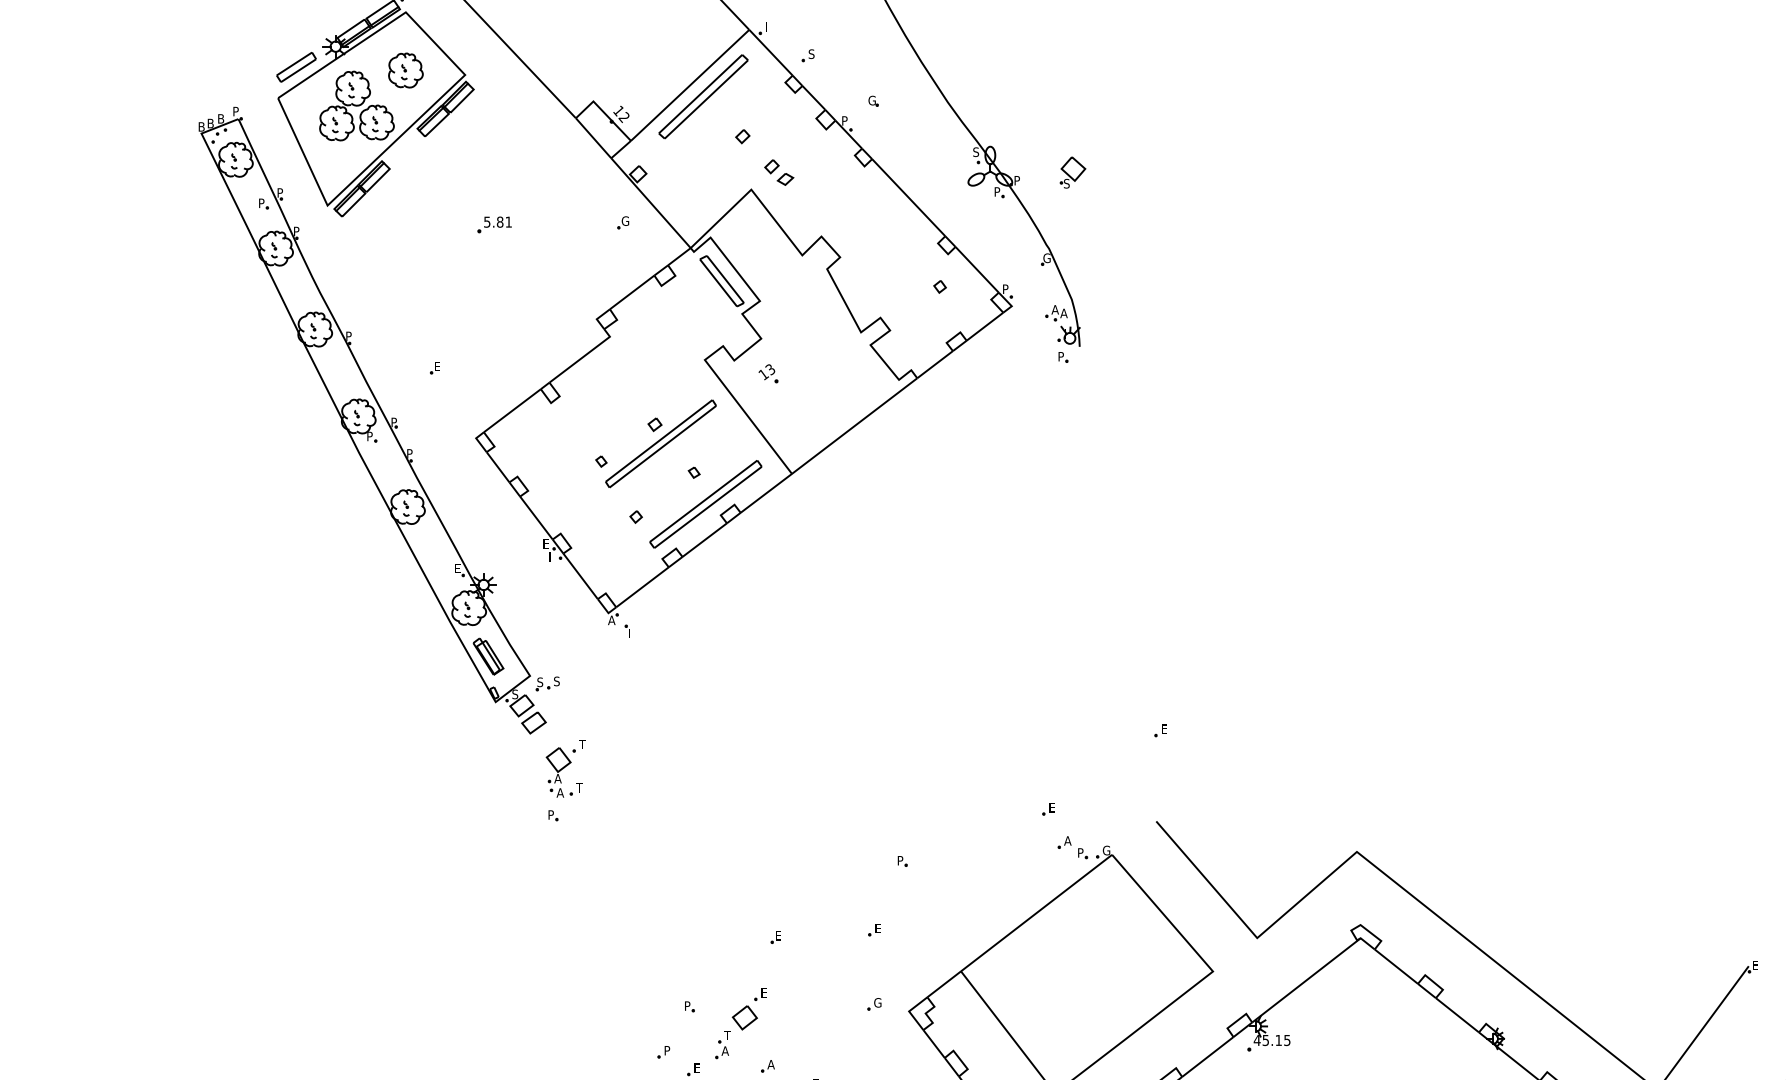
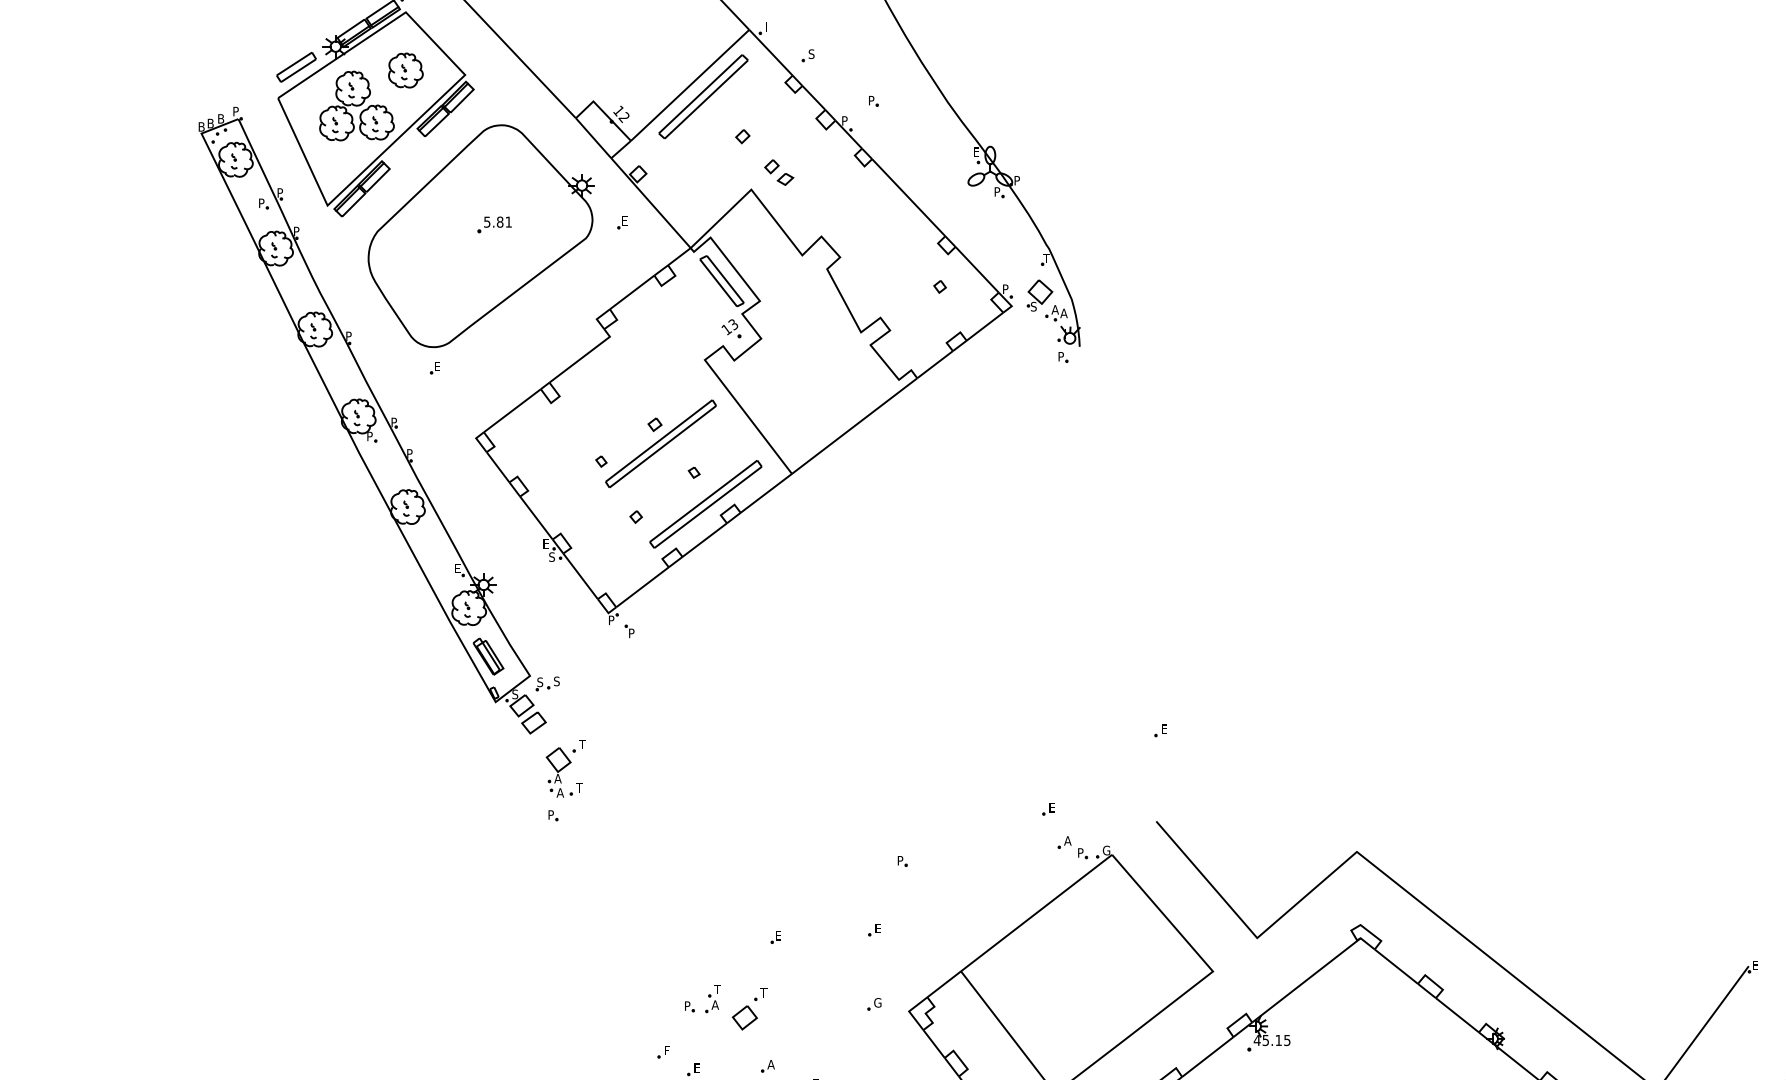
text at (871, 100): G -> P
text at (976, 152): S -> E
part at (1072, 172) position: (1072, 172) -> (1039, 295)
text at (625, 220): G -> E
part at (480, 235): none -> present
text at (1046, 258): G -> T
part at (768, 373) position: (768, 373) -> (731, 328)
text at (551, 556): I -> S
text at (611, 620): A -> P
text at (631, 633): I -> P
text at (763, 992): E -> T
part at (722, 1045) position: (722, 1045) -> (712, 999)
text at (667, 1050): P -> F
